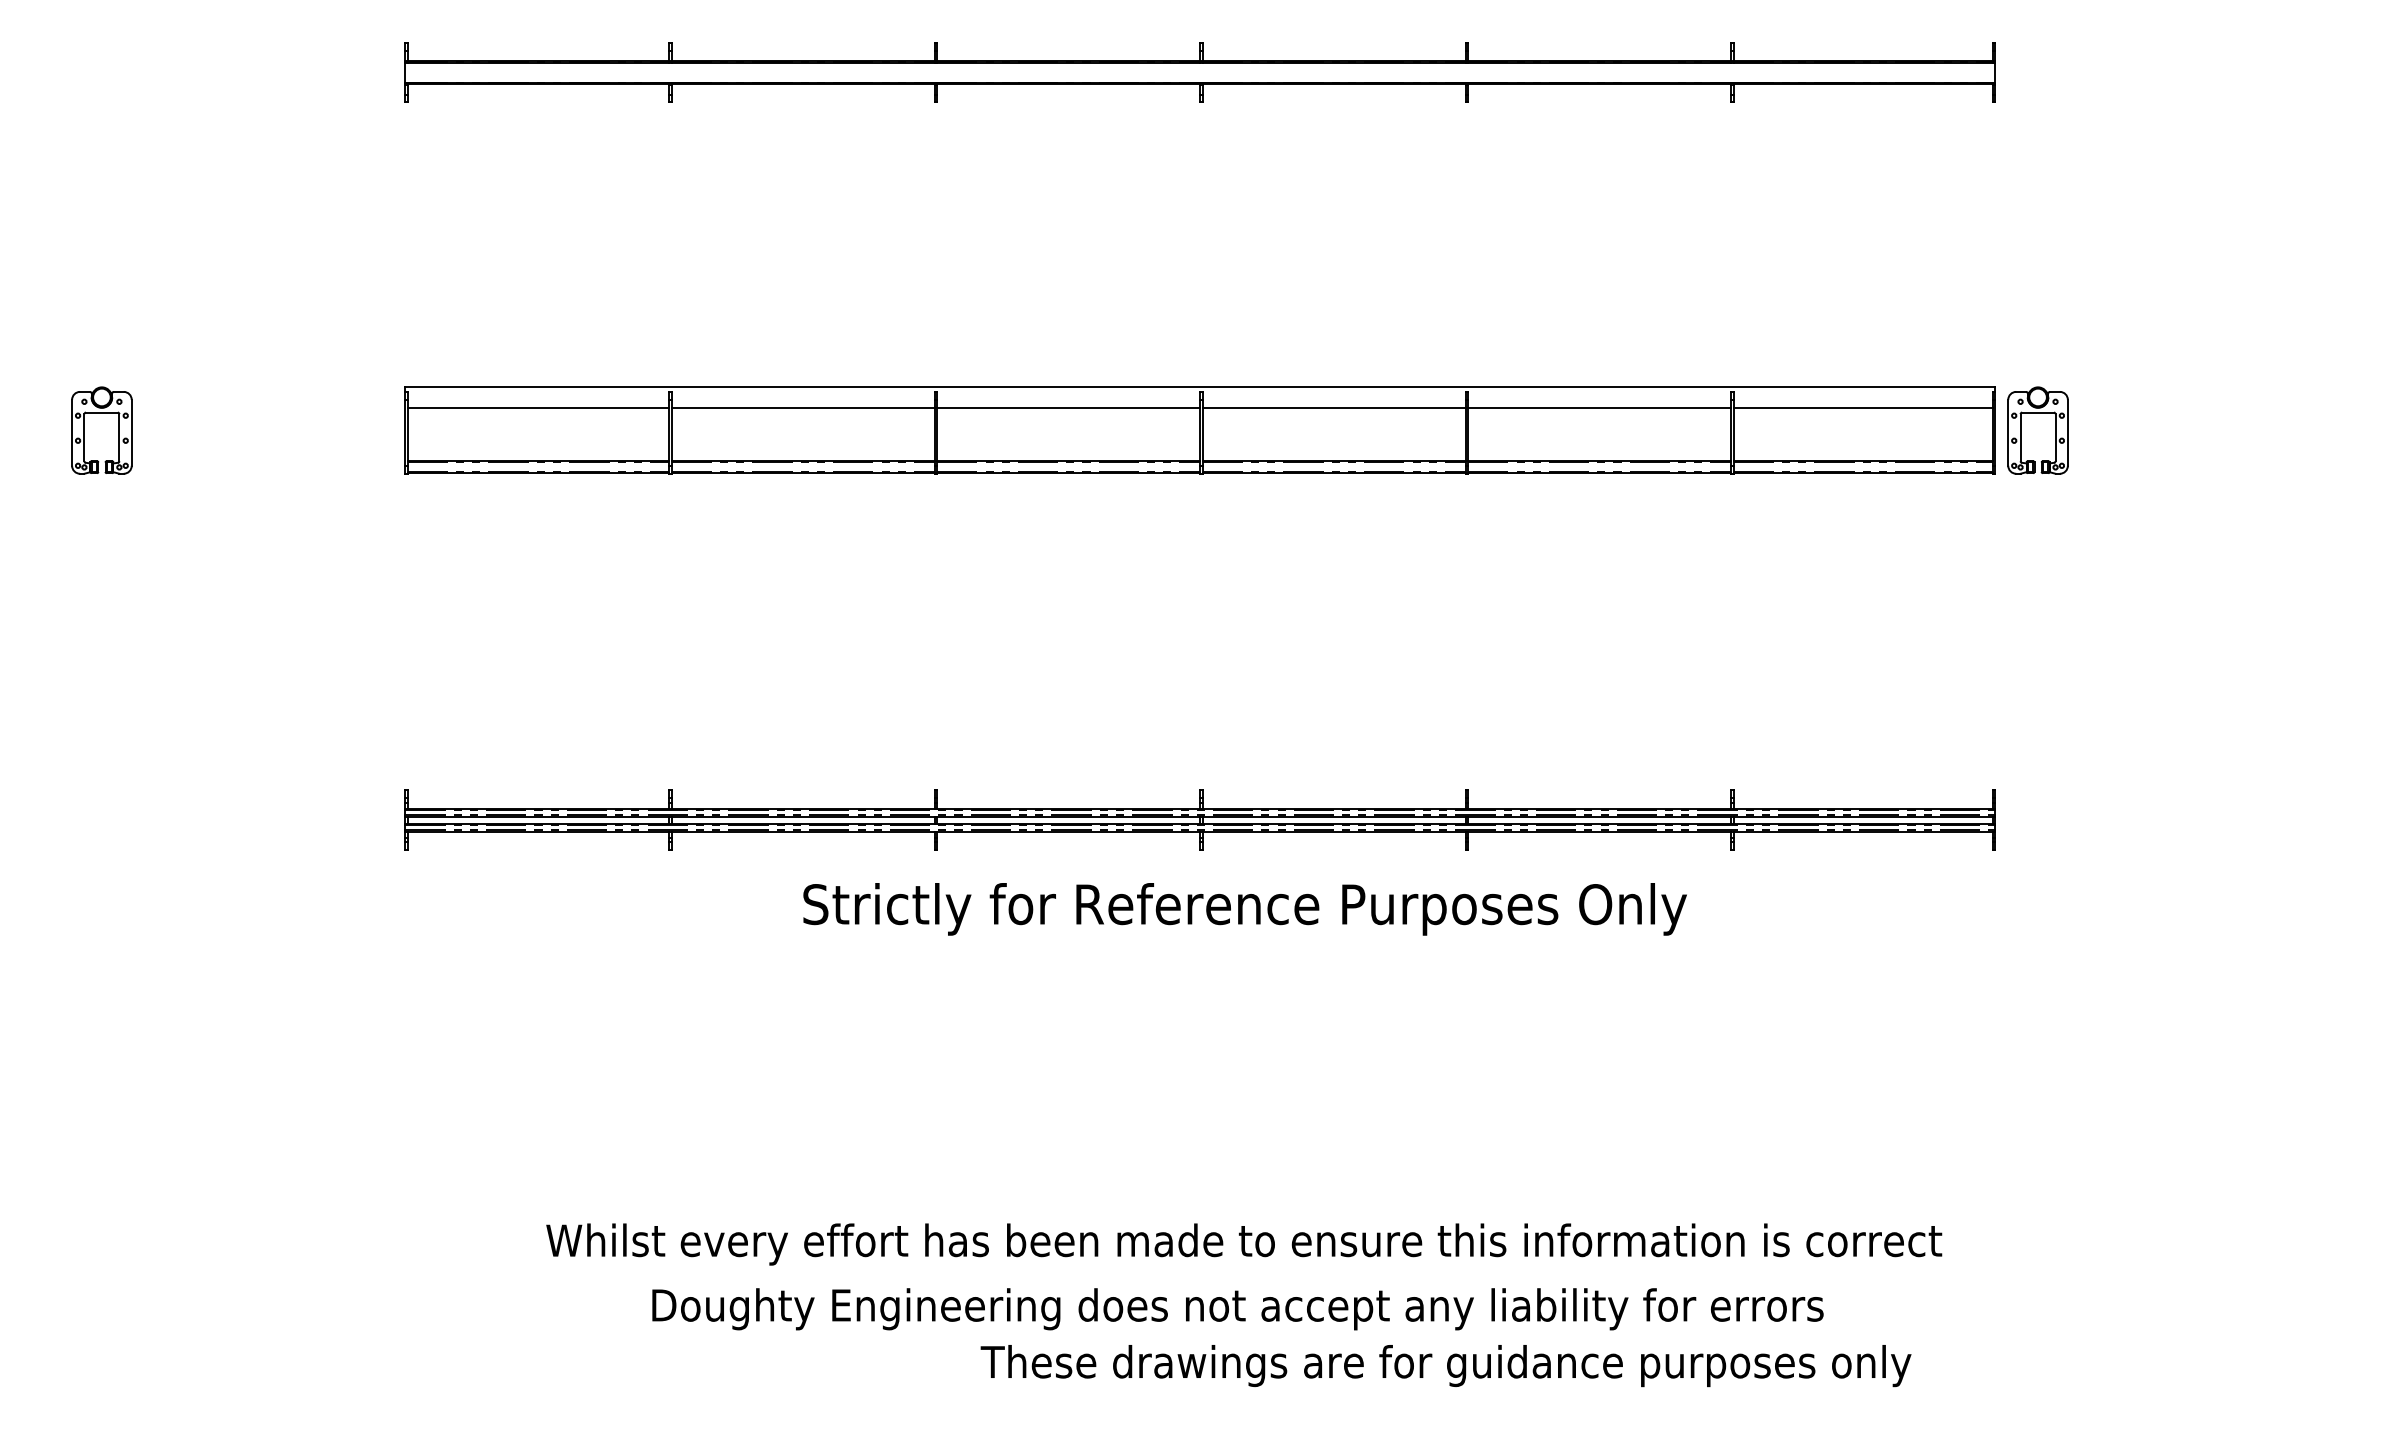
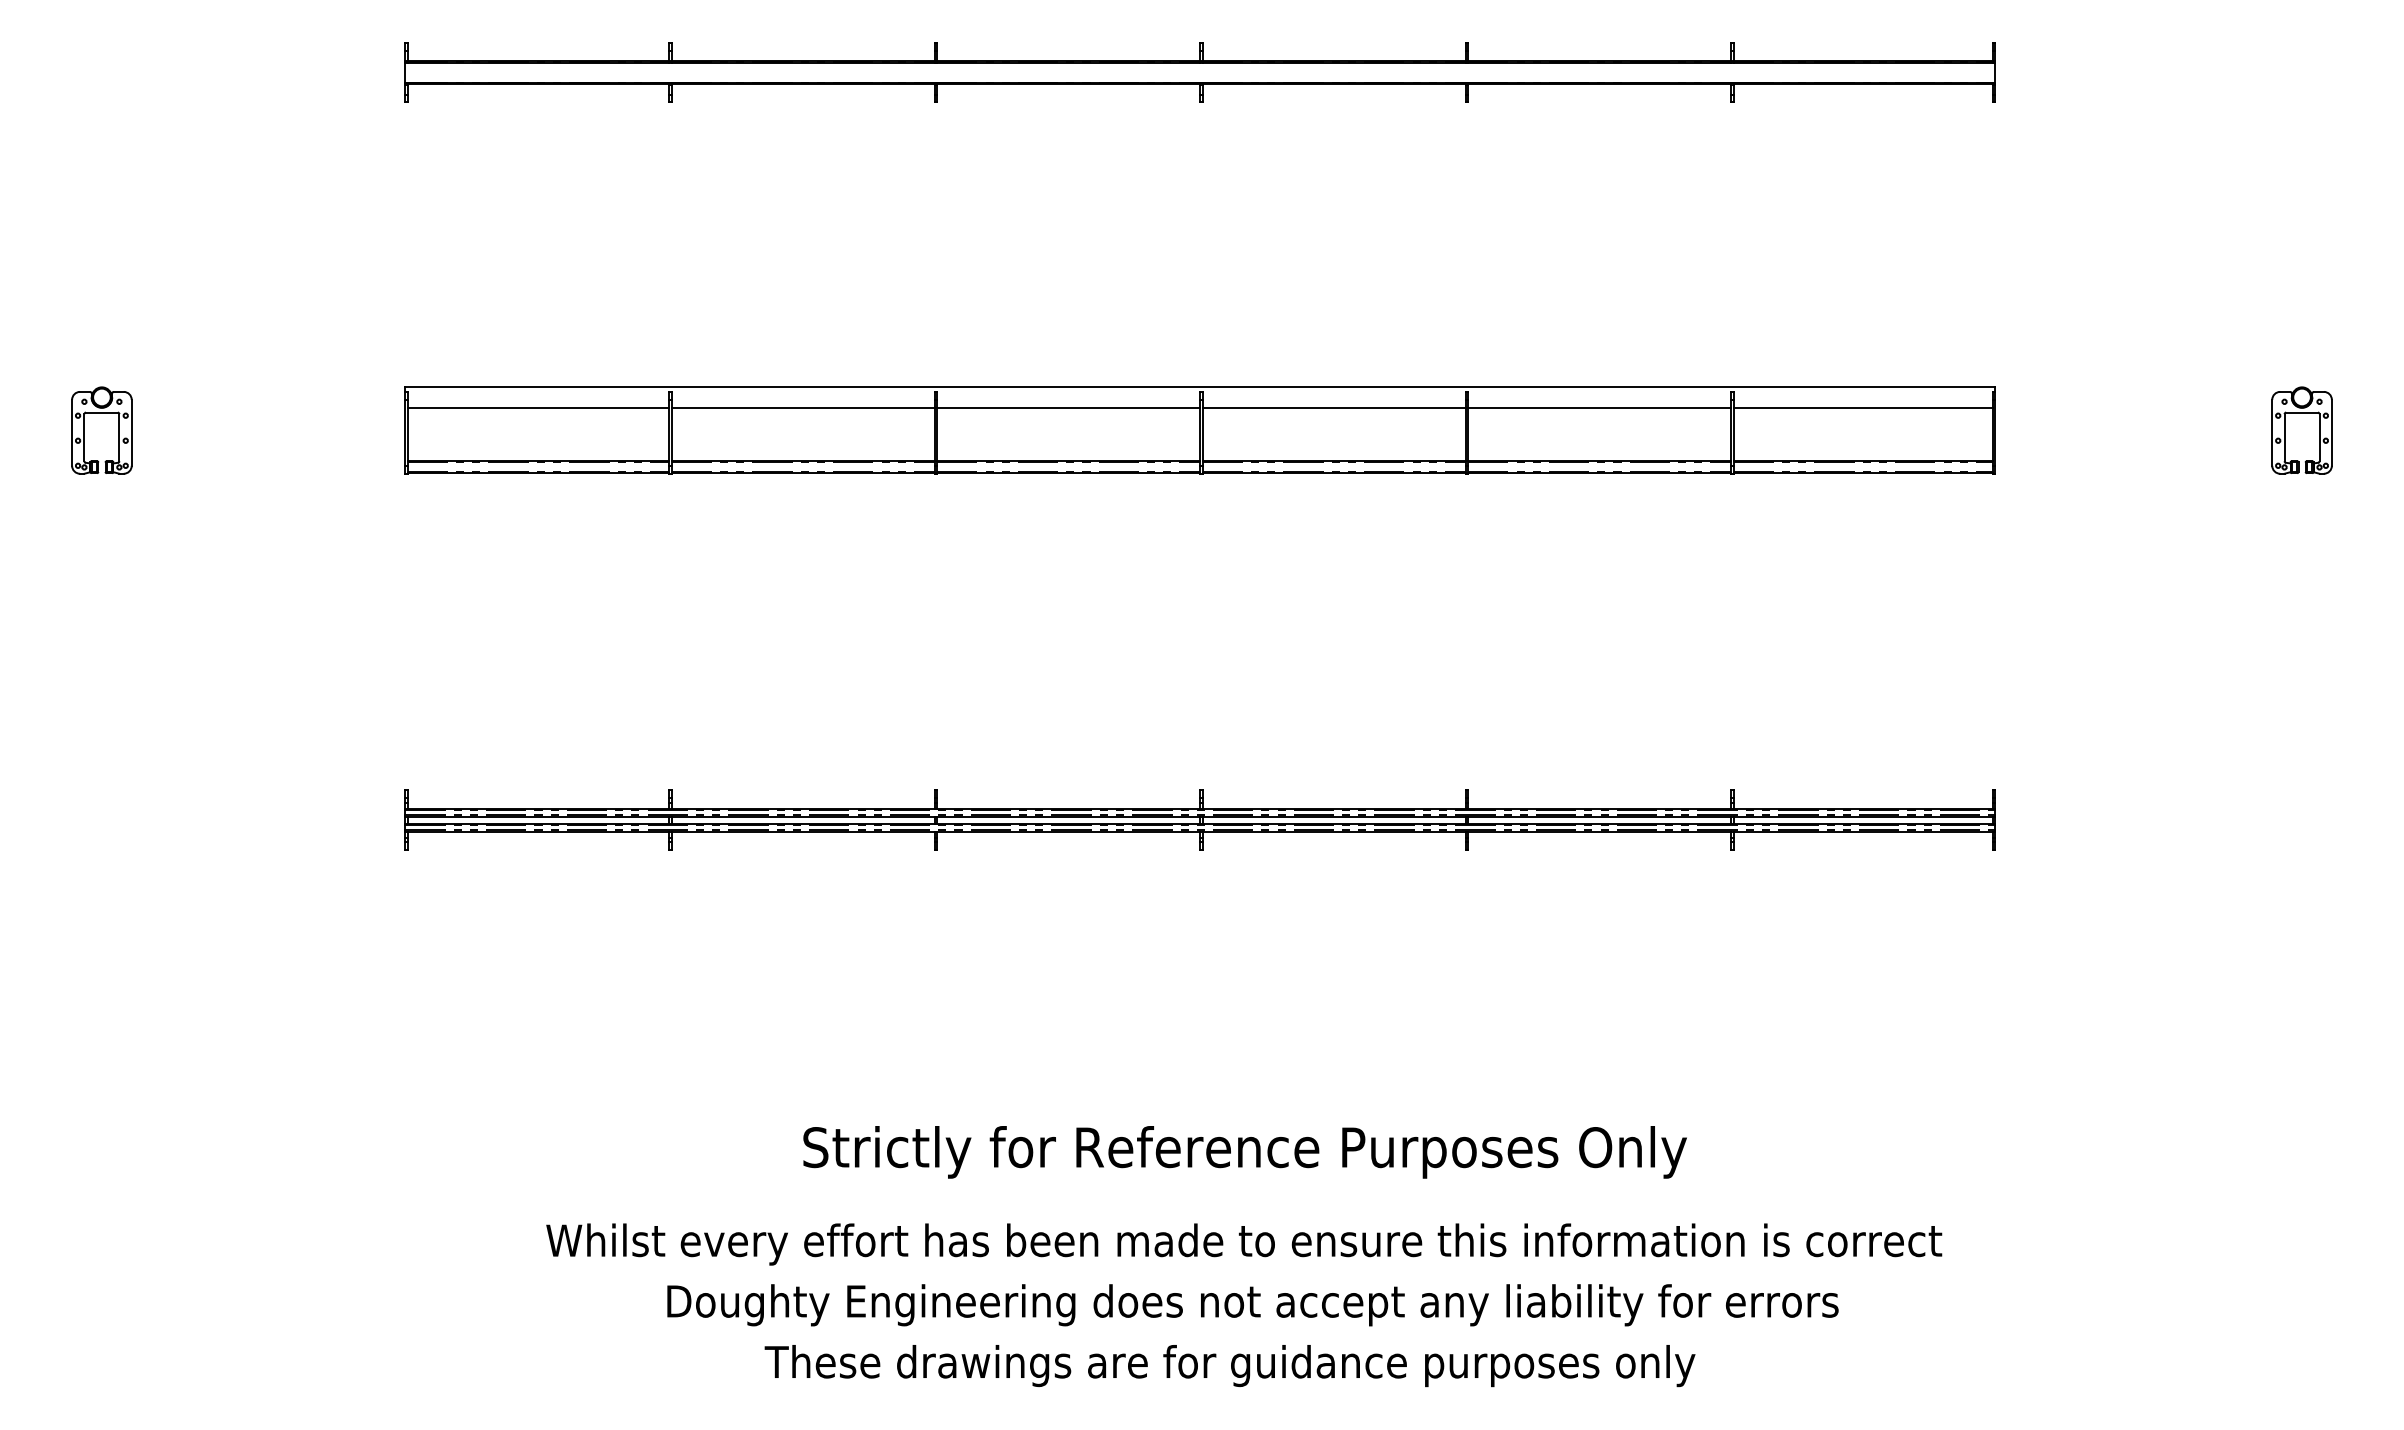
part at (2021, 430) position: (2021, 430) -> (2285, 430)
text at (1244, 909) position: (1244, 909) -> (1244, 1152)
text at (1237, 1309) position: (1237, 1309) -> (1252, 1305)
text at (1445, 1366) position: (1445, 1366) -> (1229, 1366)
